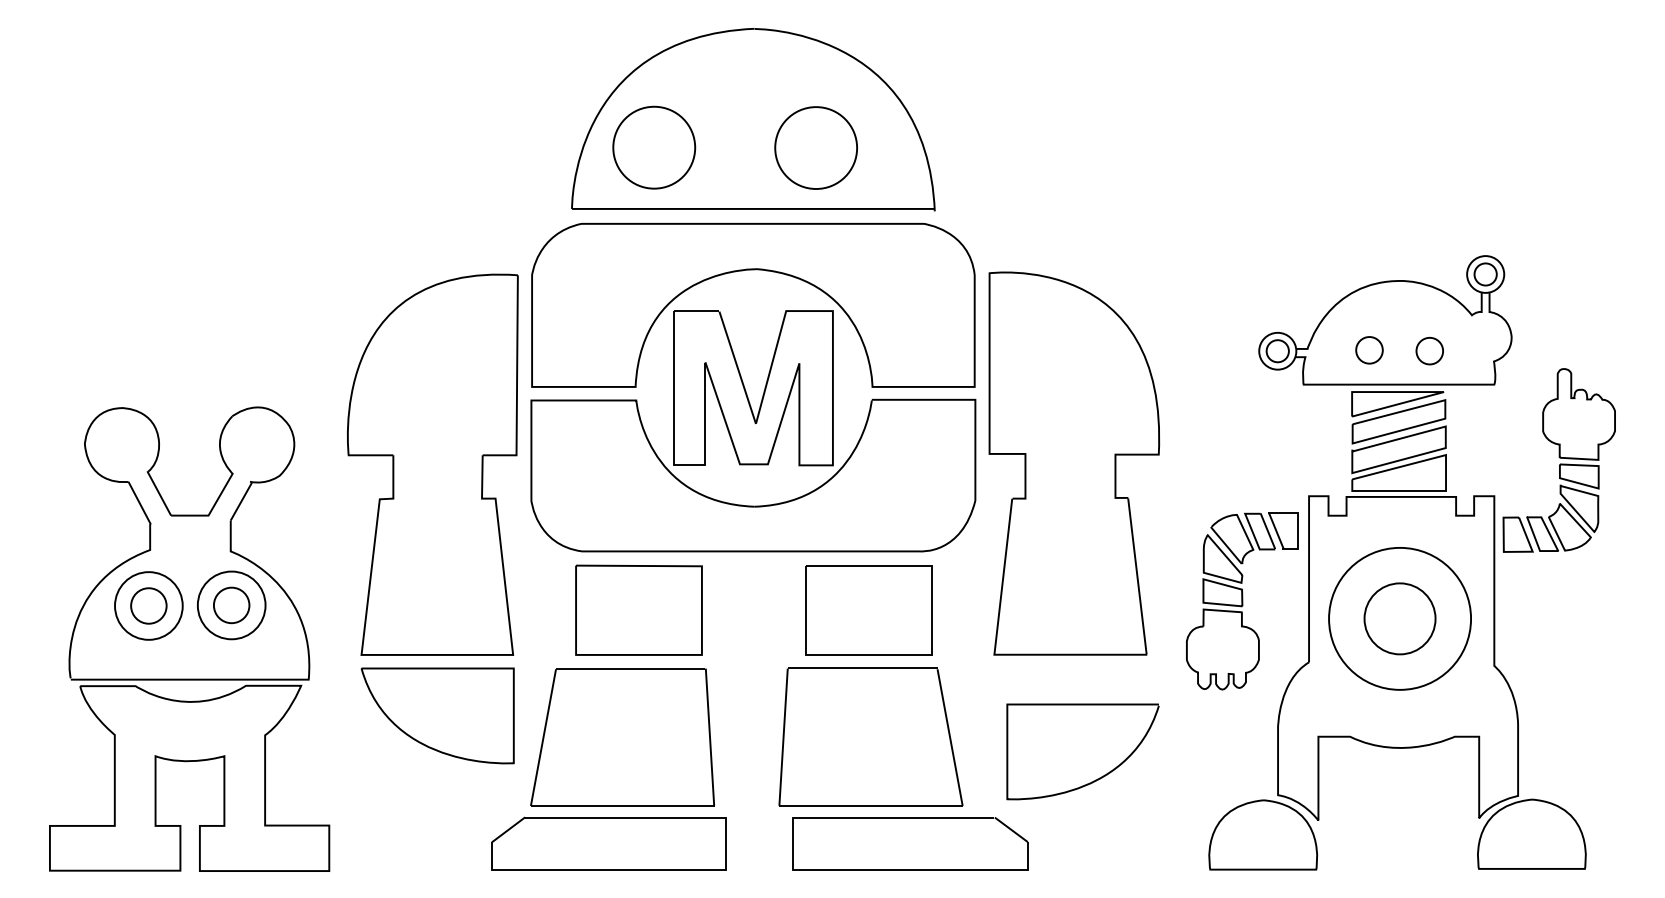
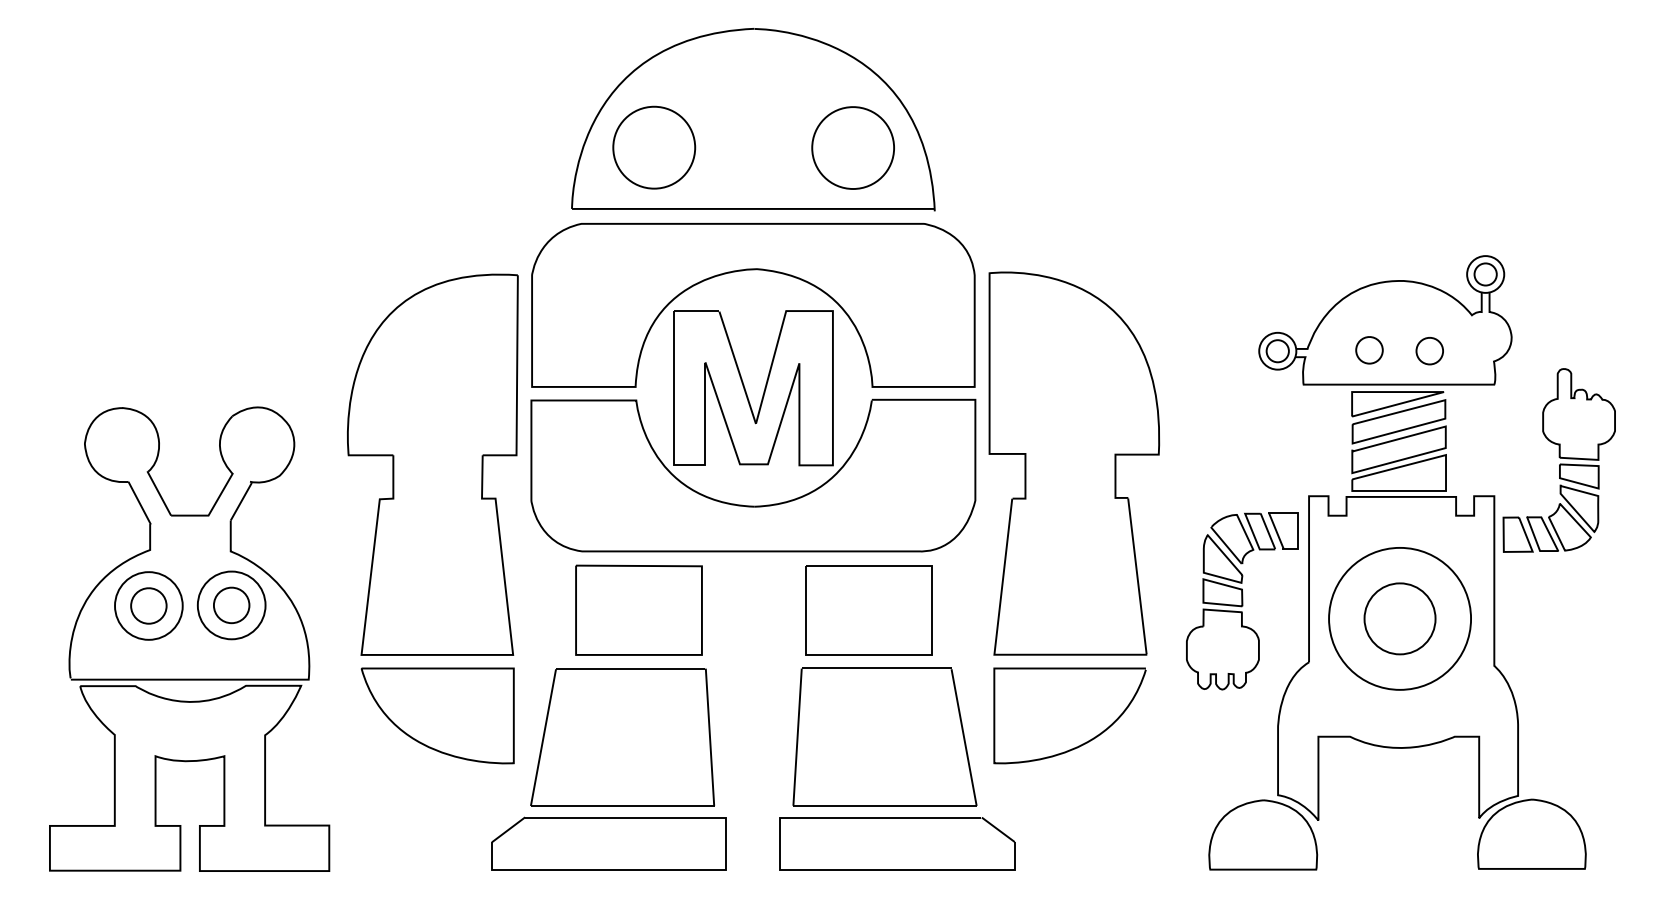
part at (815, 147) position: (815, 147) -> (852, 147)
part at (870, 736) position: (870, 736) -> (884, 736)
curve at (1095, 779) position: (1095, 779) -> (1082, 743)
part at (910, 843) position: (910, 843) -> (897, 843)
